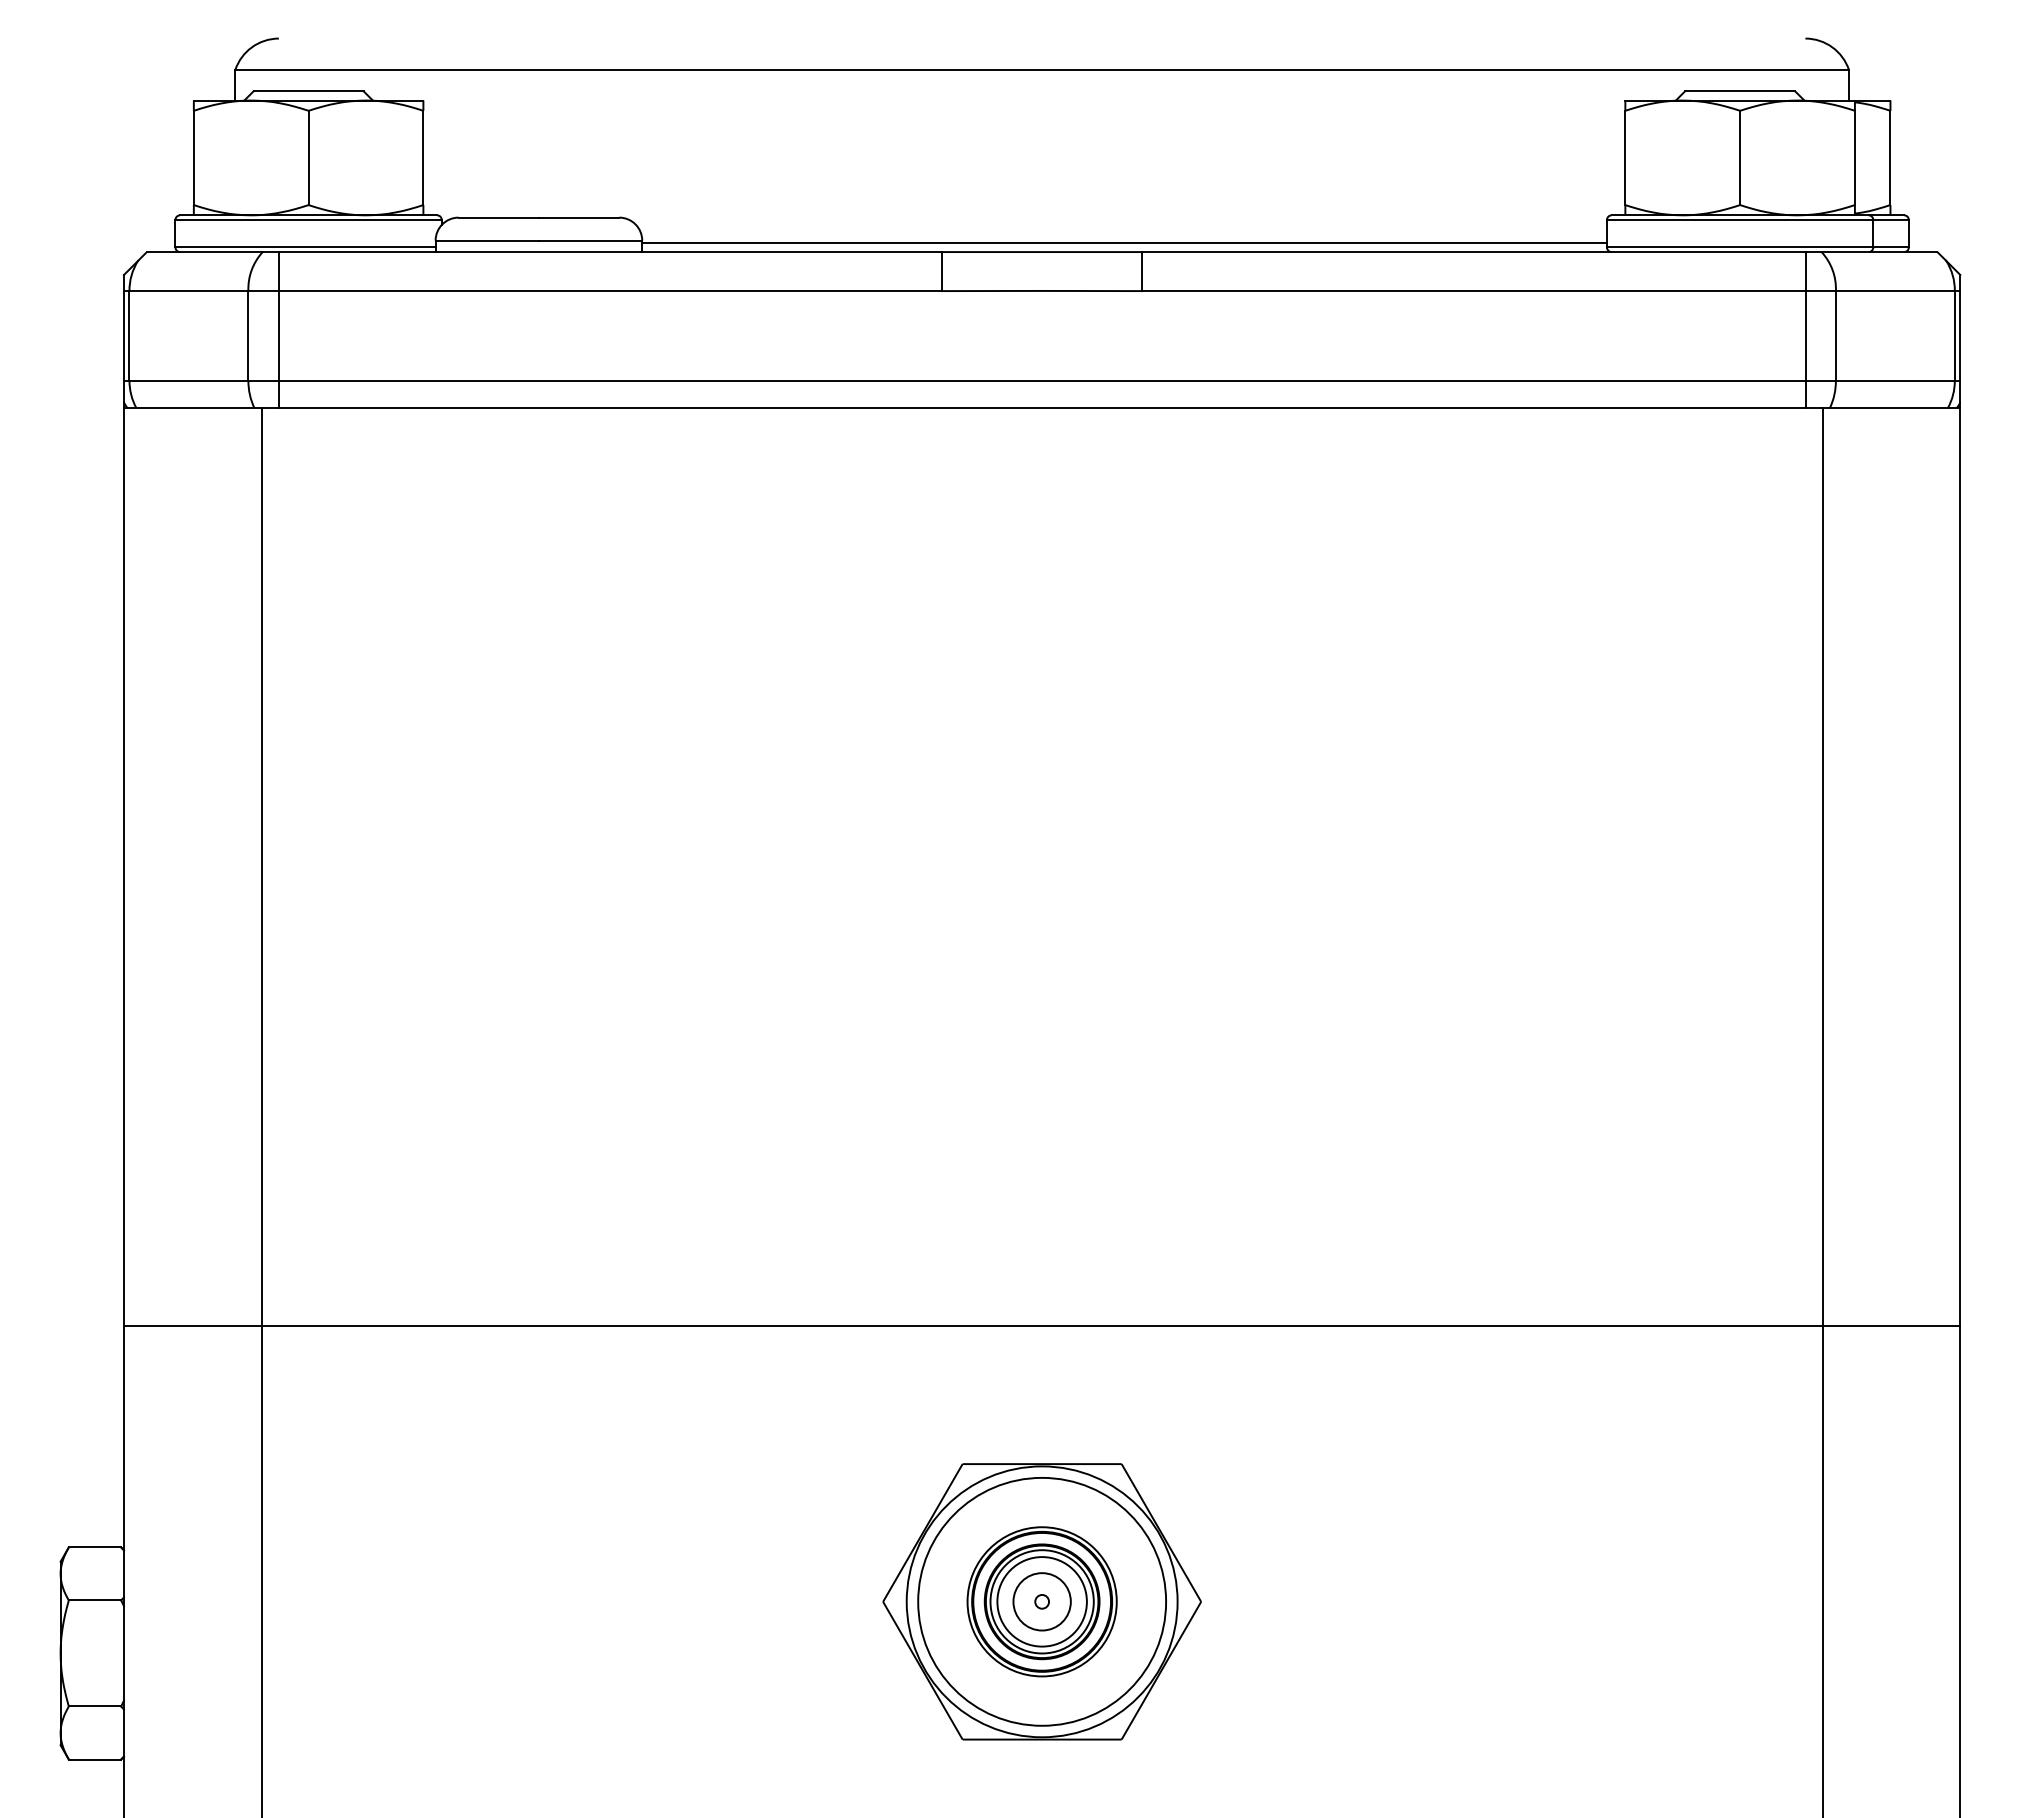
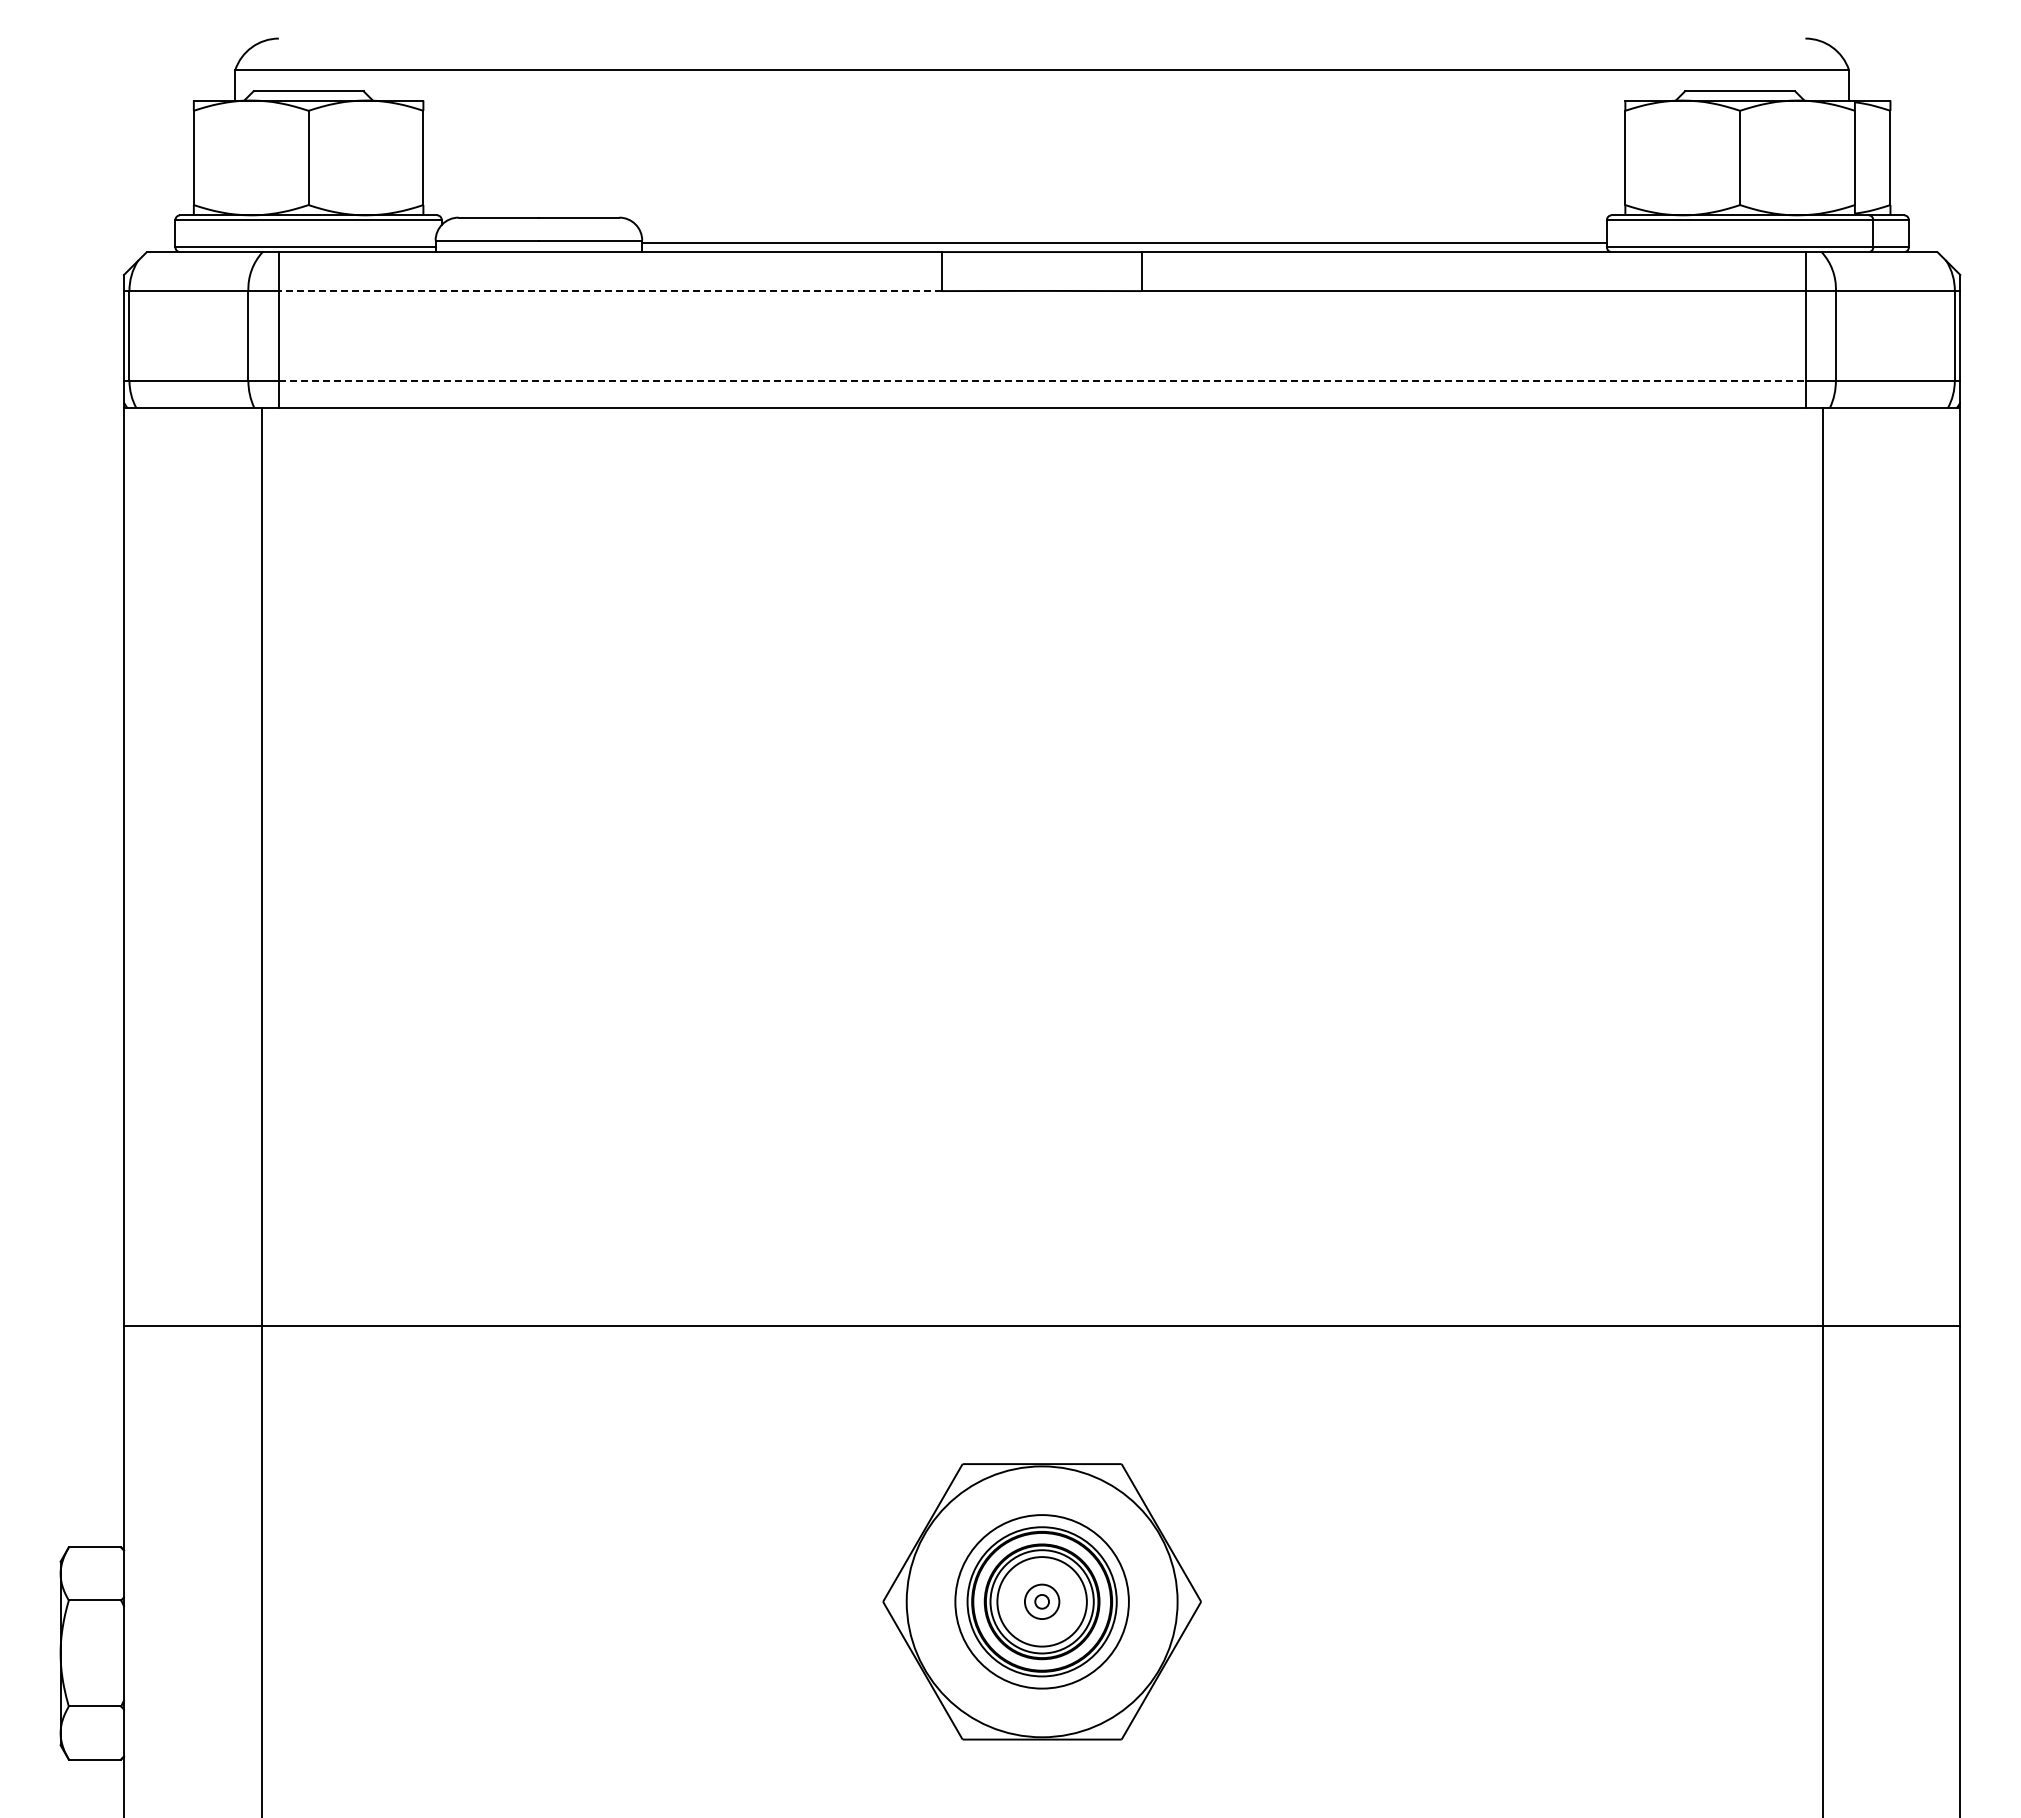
line at (610, 291): solid -> dashed
line at (1042, 380): solid -> dashed
circle at (1041, 1601) diameter: 57 px -> 34 px
circle at (1042, 1601) diameter: 248 px -> 174 px
